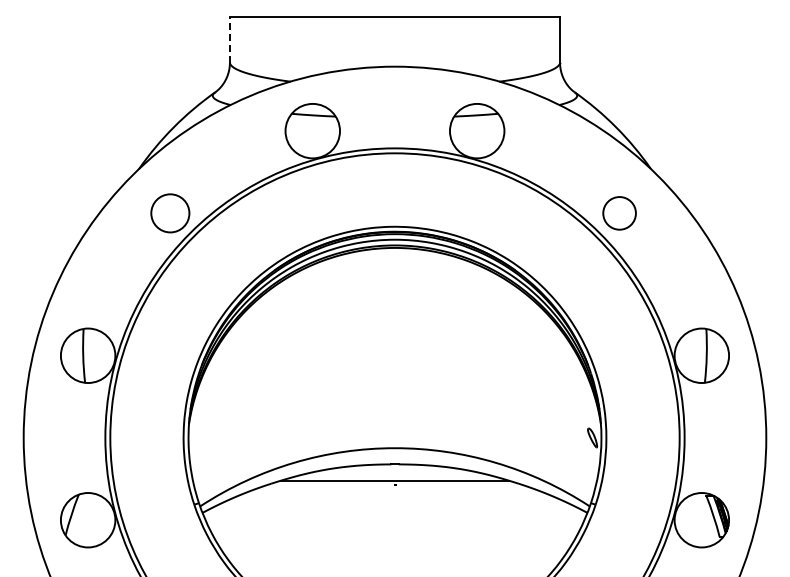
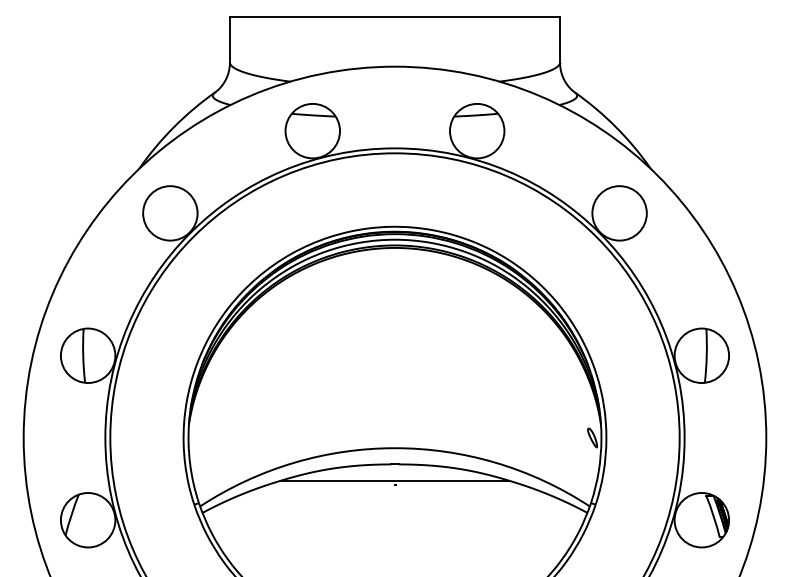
line at (229, 39): dashed -> solid
circle at (170, 213) diameter: 38 px -> 54 px
circle at (619, 213) diameter: 33 px -> 54 px
